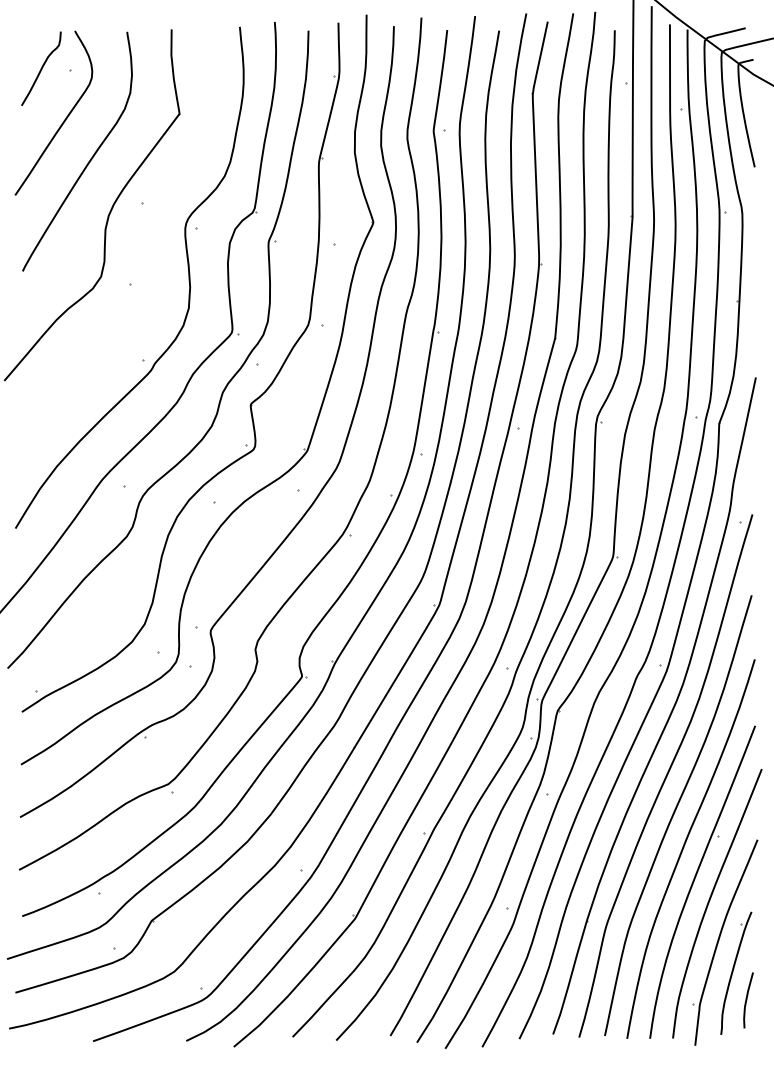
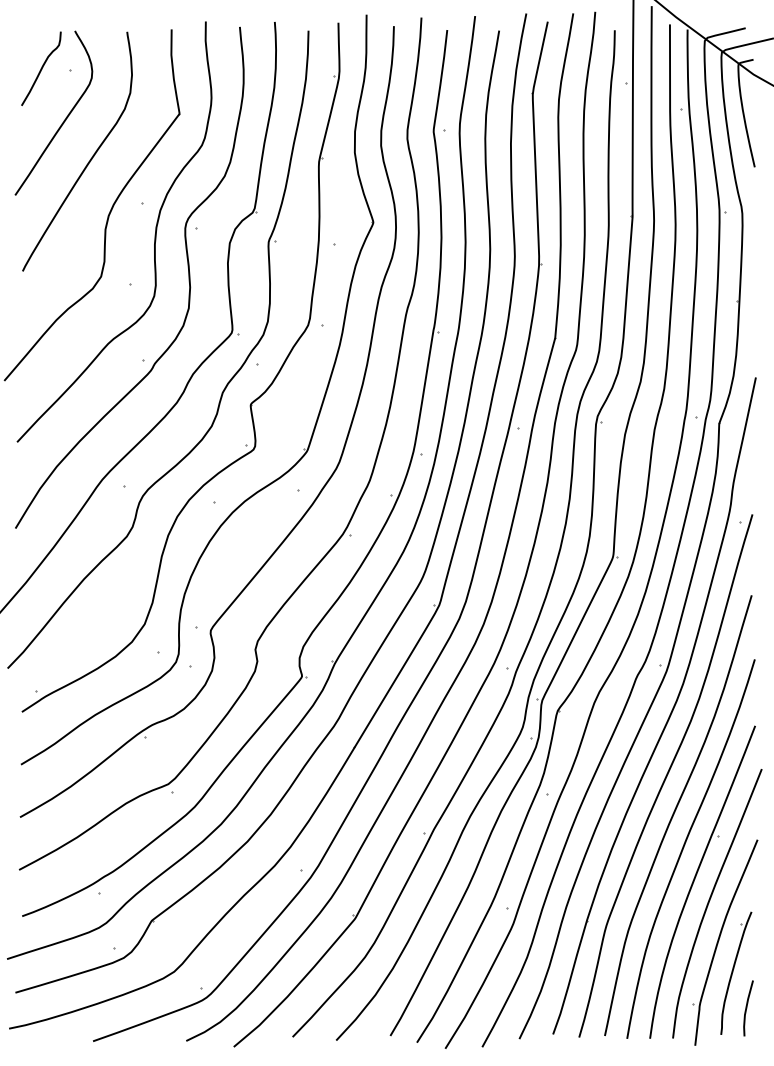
curve at (154, 234): none -> present
line at (747, 1000) position: (747, 1000) -> (747, 1008)
